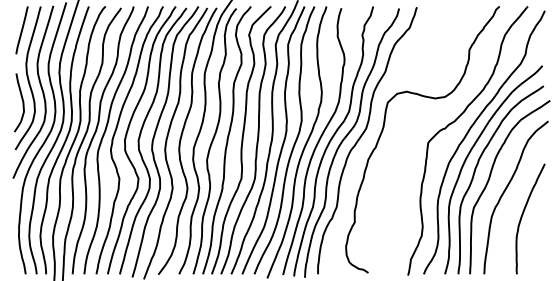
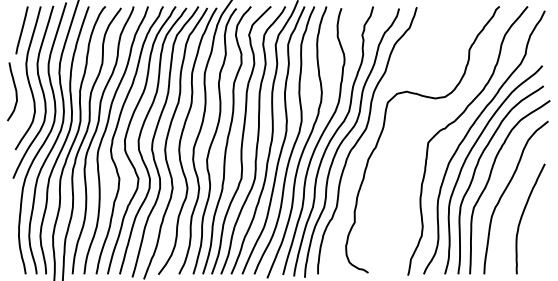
curve at (22, 102) position: (22, 102) -> (15, 91)
